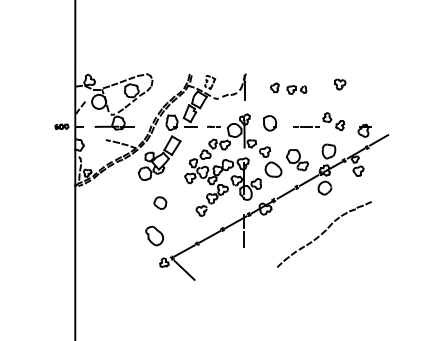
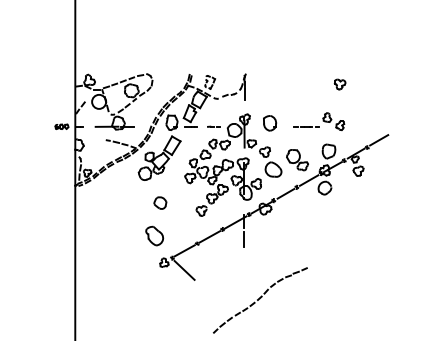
part at (288, 88): present -> none
part at (364, 130): present -> none
part at (324, 234) position: (324, 234) -> (260, 300)
